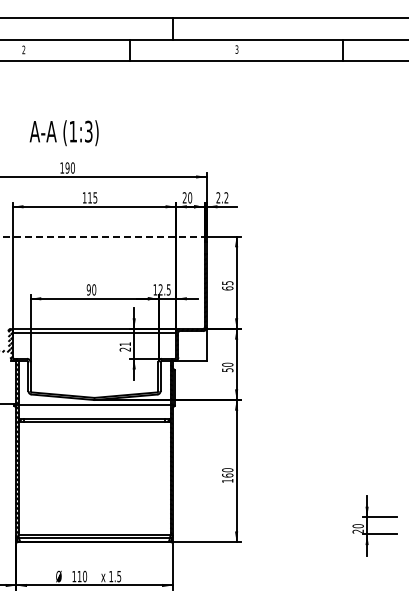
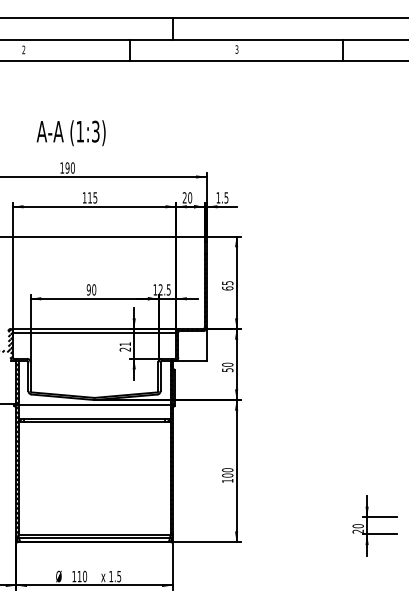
text at (63, 133) position: (63, 133) -> (70, 133)
text at (222, 197): 2.2 -> 1.5
line at (102, 236): dashed -> solid
text at (227, 475): 160 -> 100
